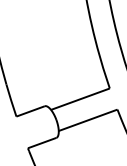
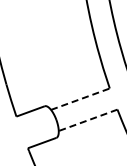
line at (80, 99): solid -> dashed
line at (87, 120): solid -> dashed
